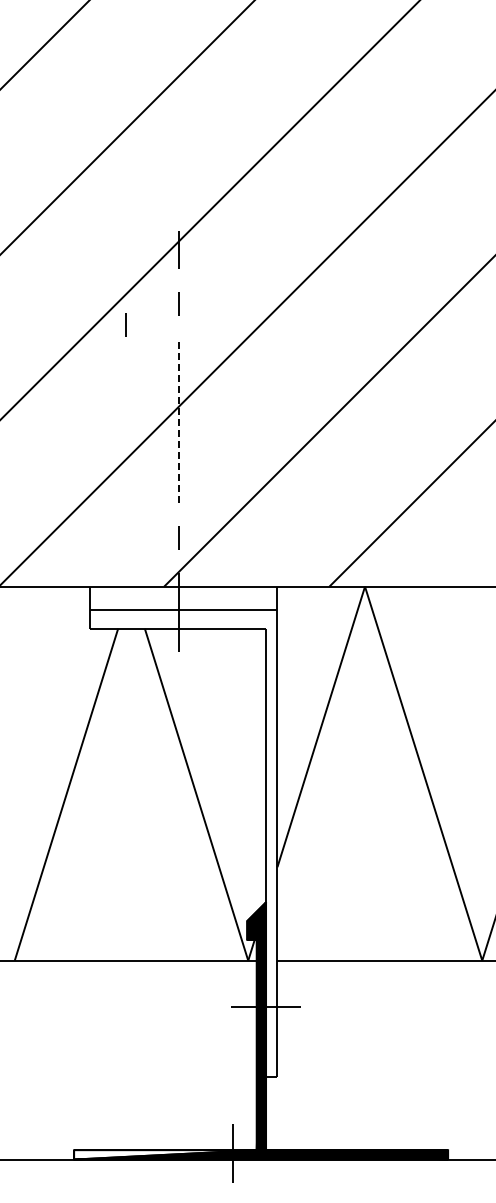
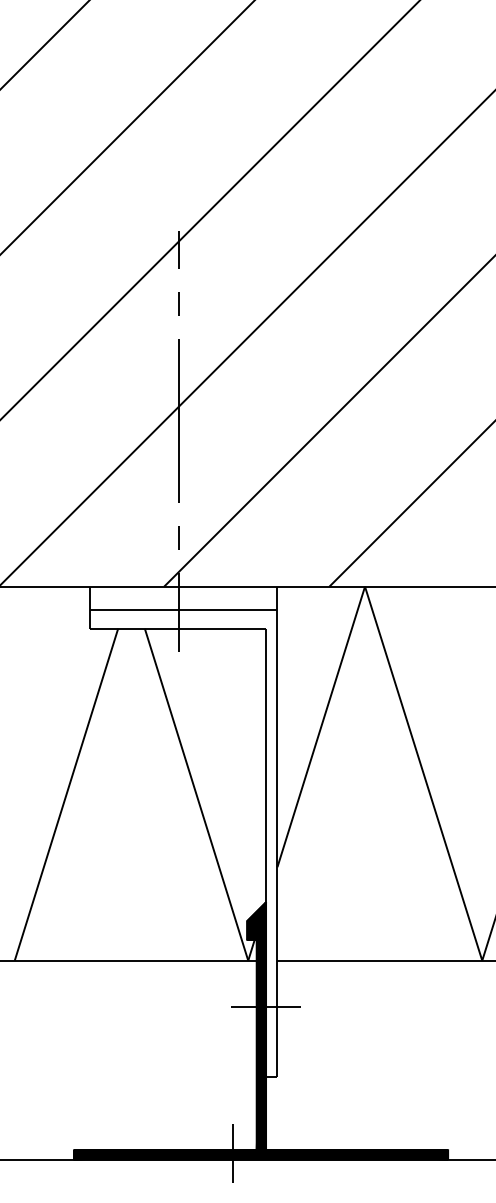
line at (125, 324): present -> none
line at (178, 420): dashed -> solid
fill at (165, 1154): none -> present
